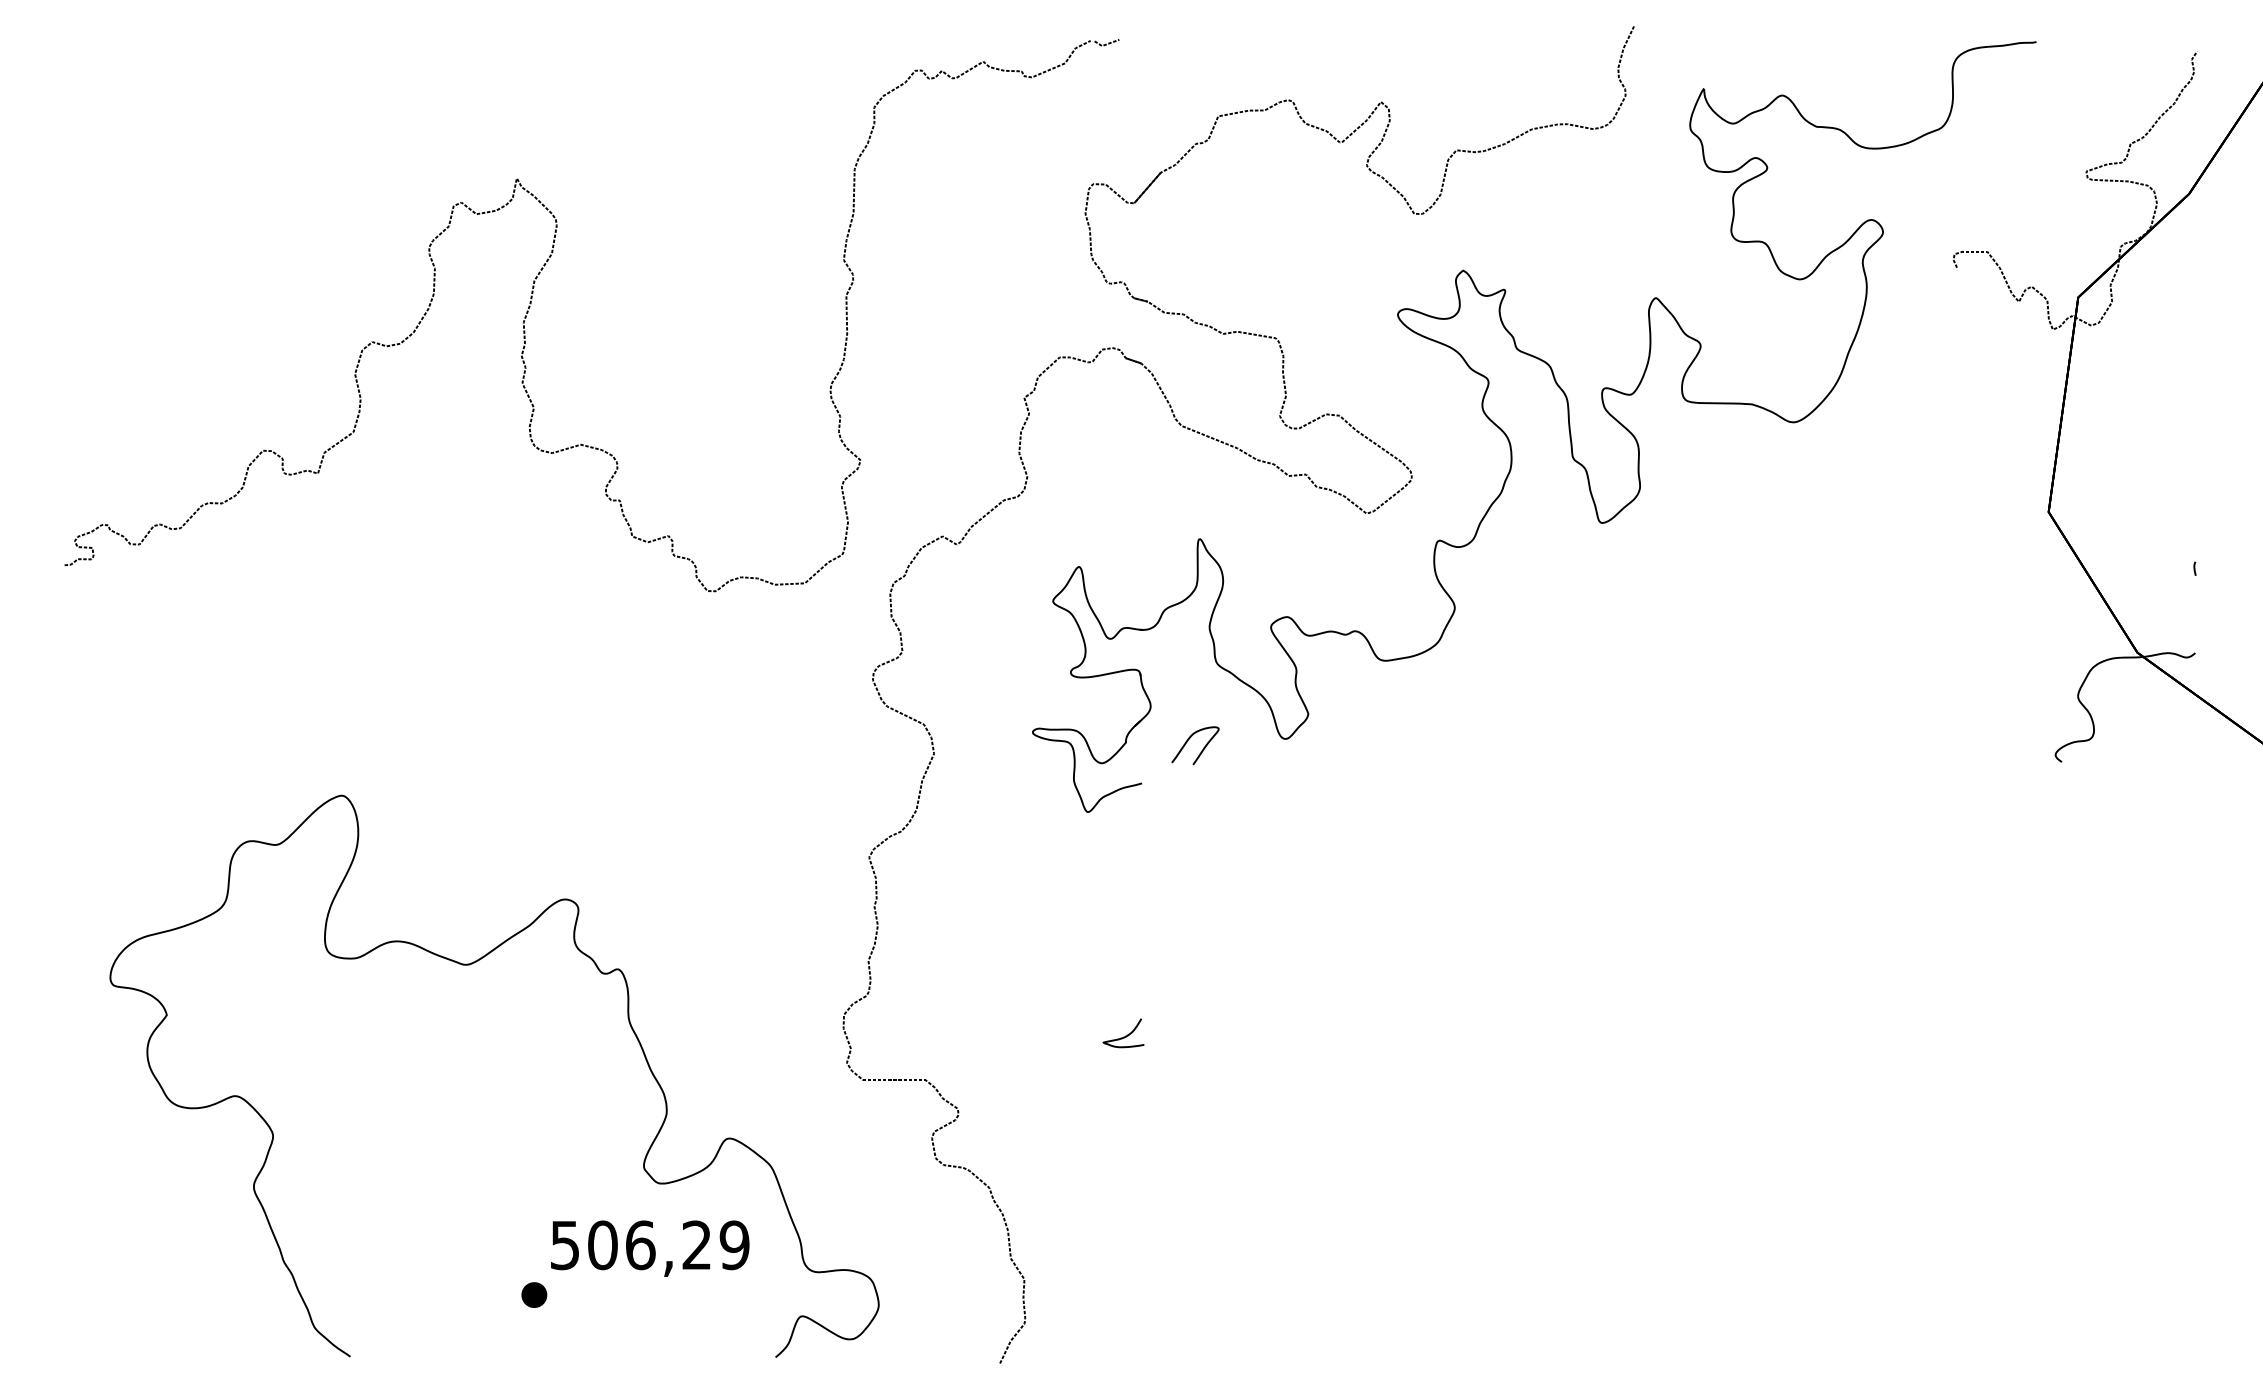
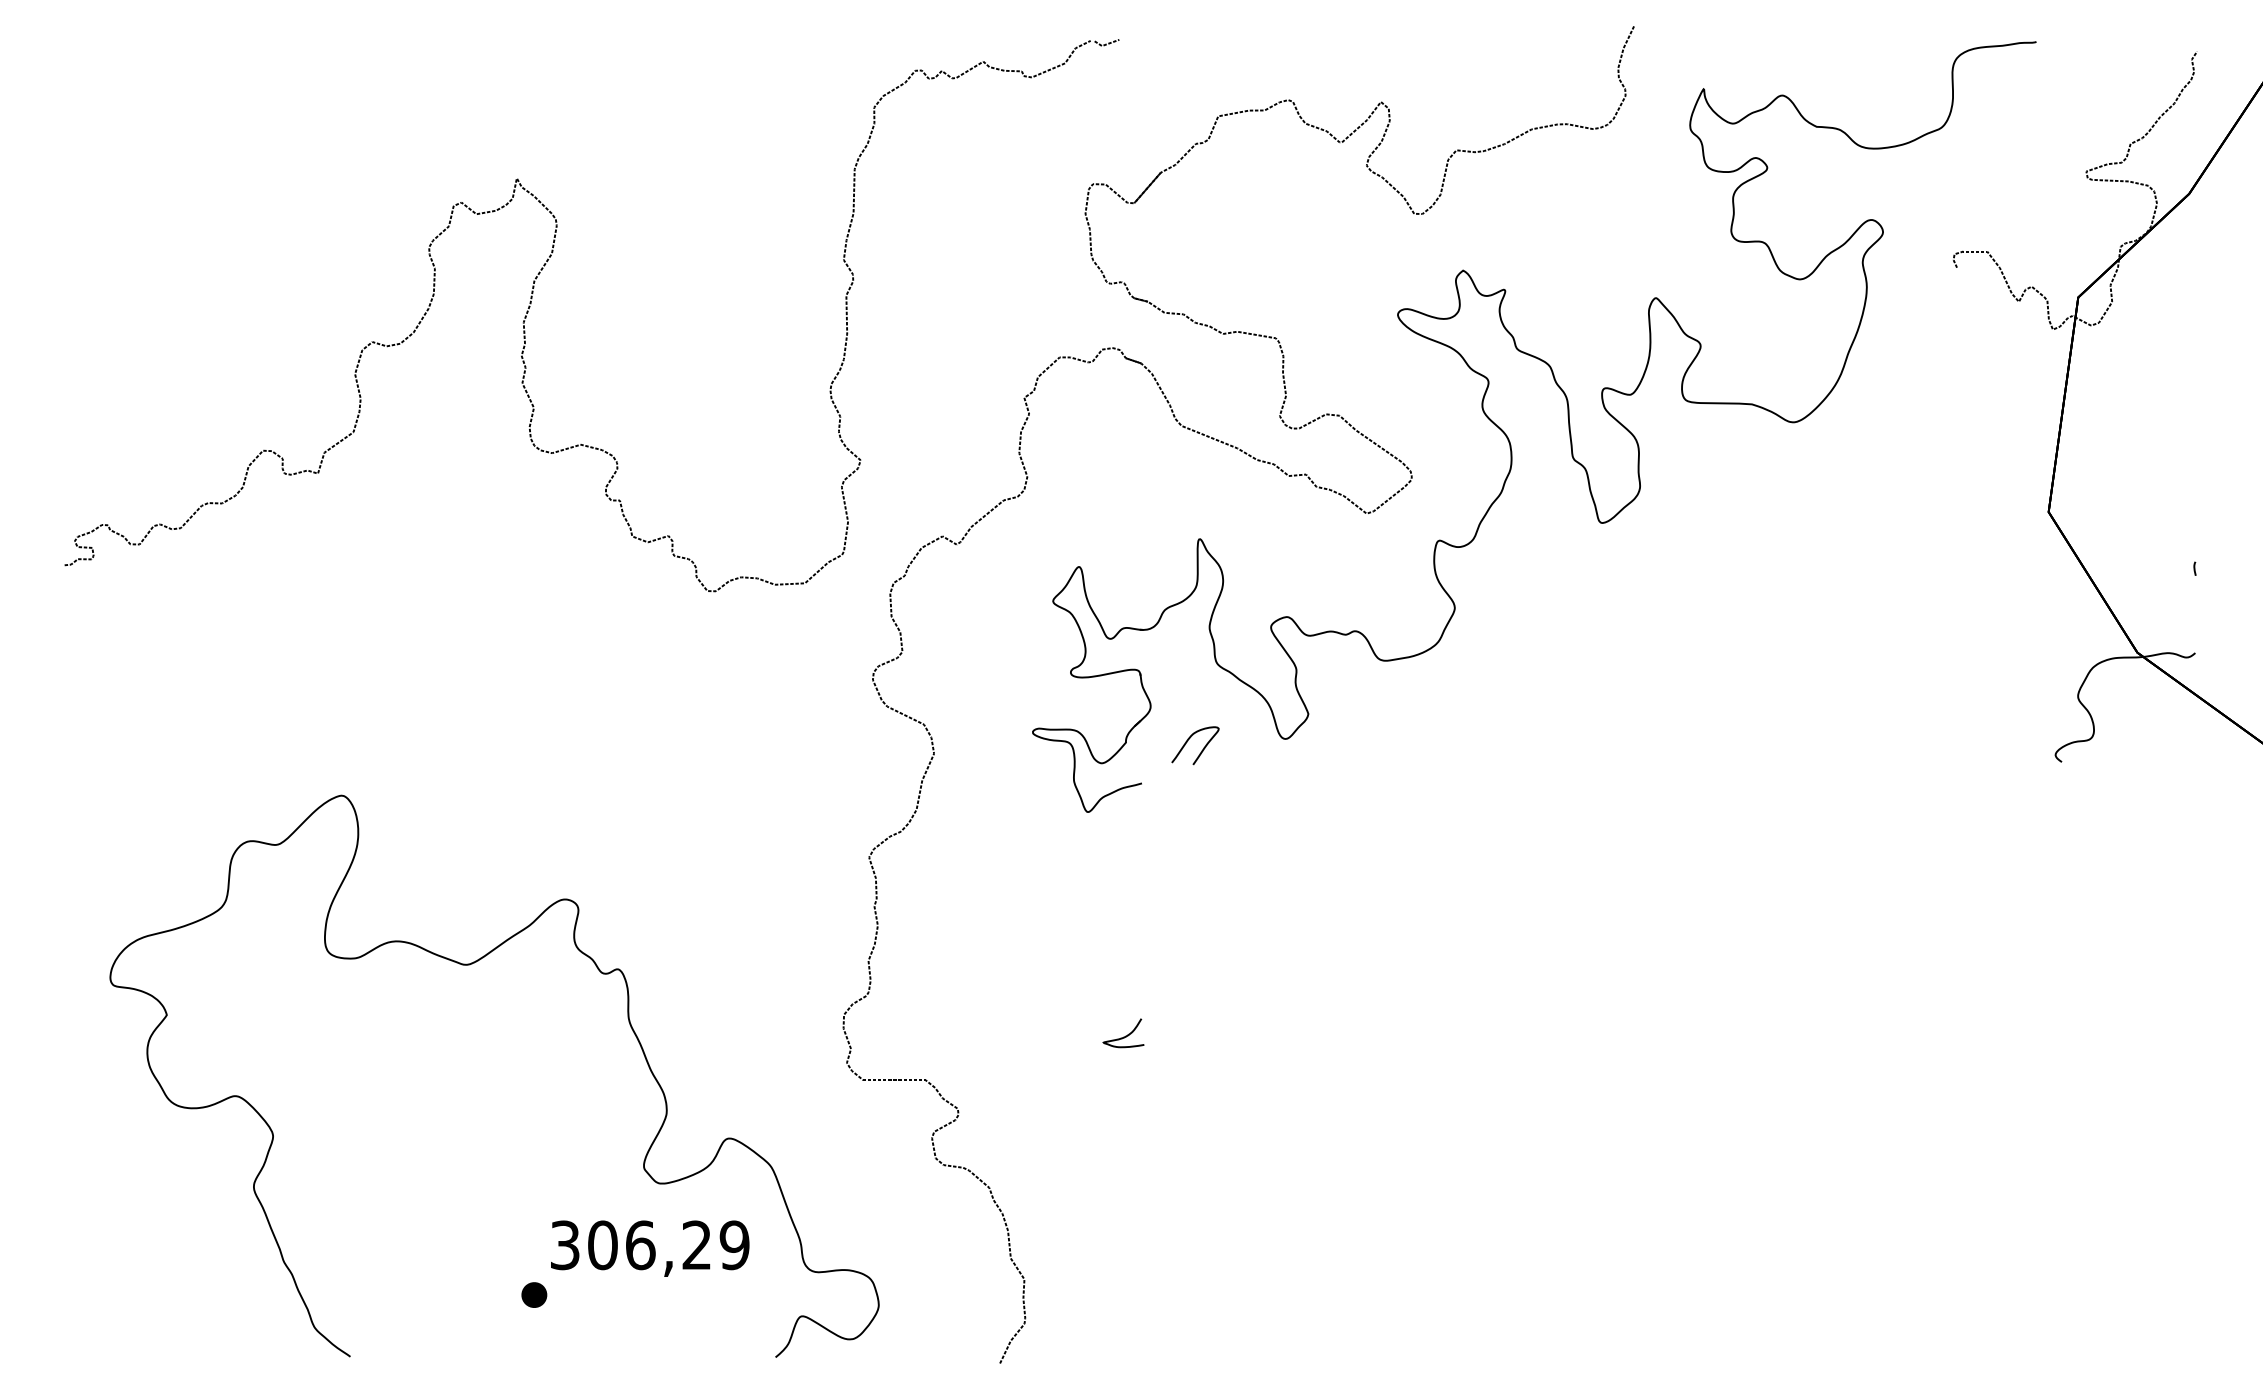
text at (565, 1244): 506,29 -> 306,29
